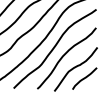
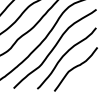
line at (84, 78): present -> none
